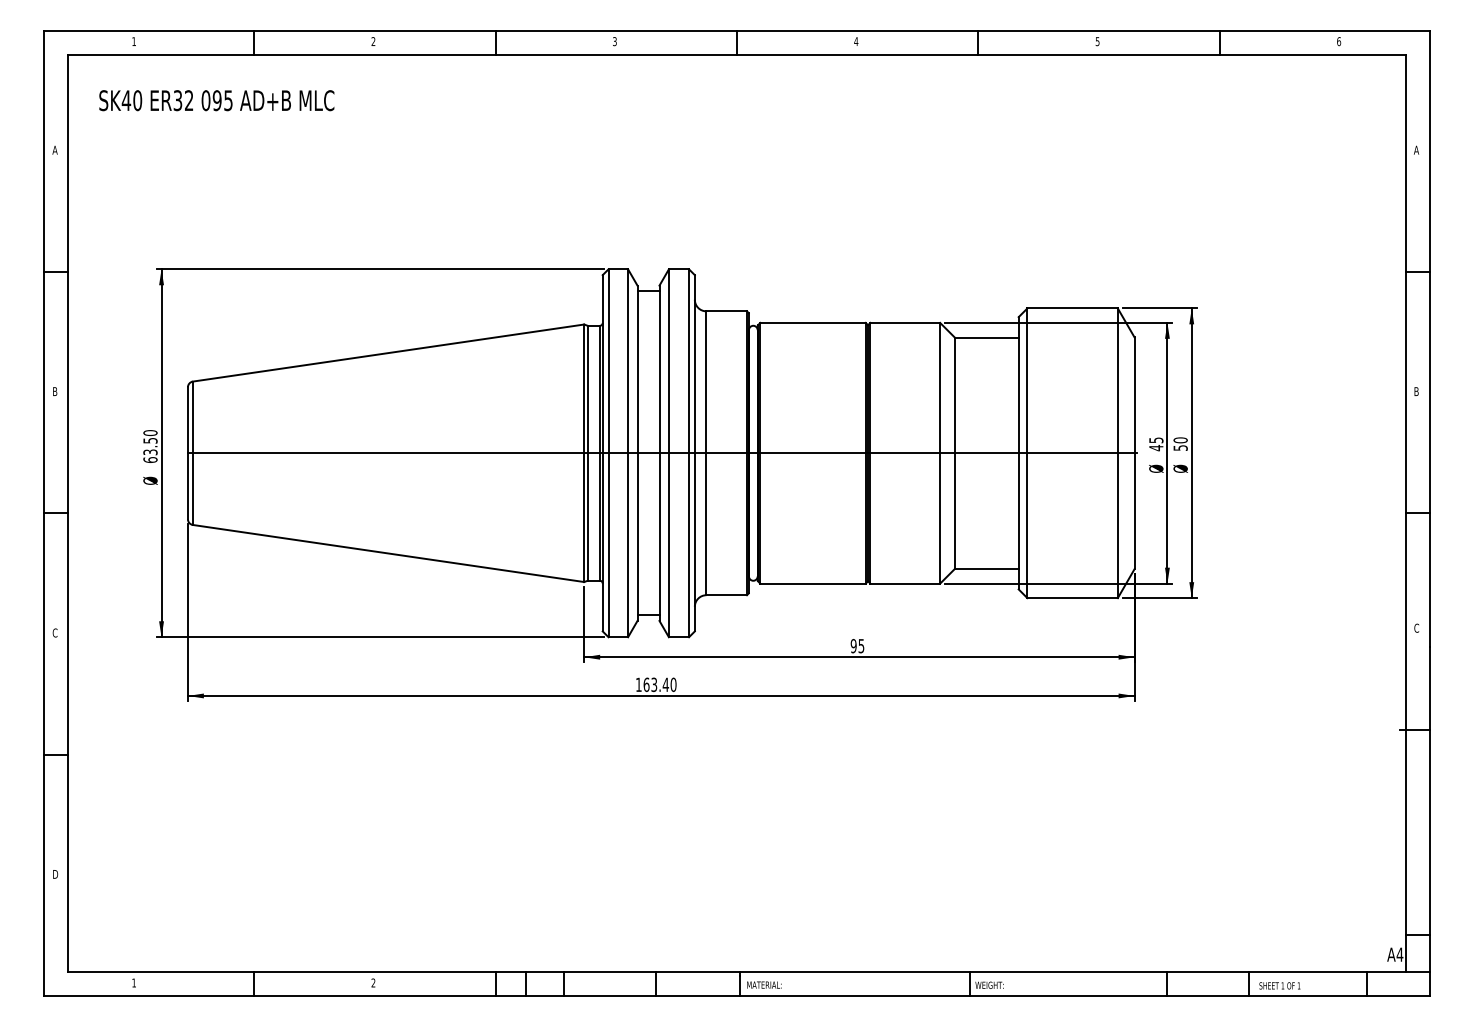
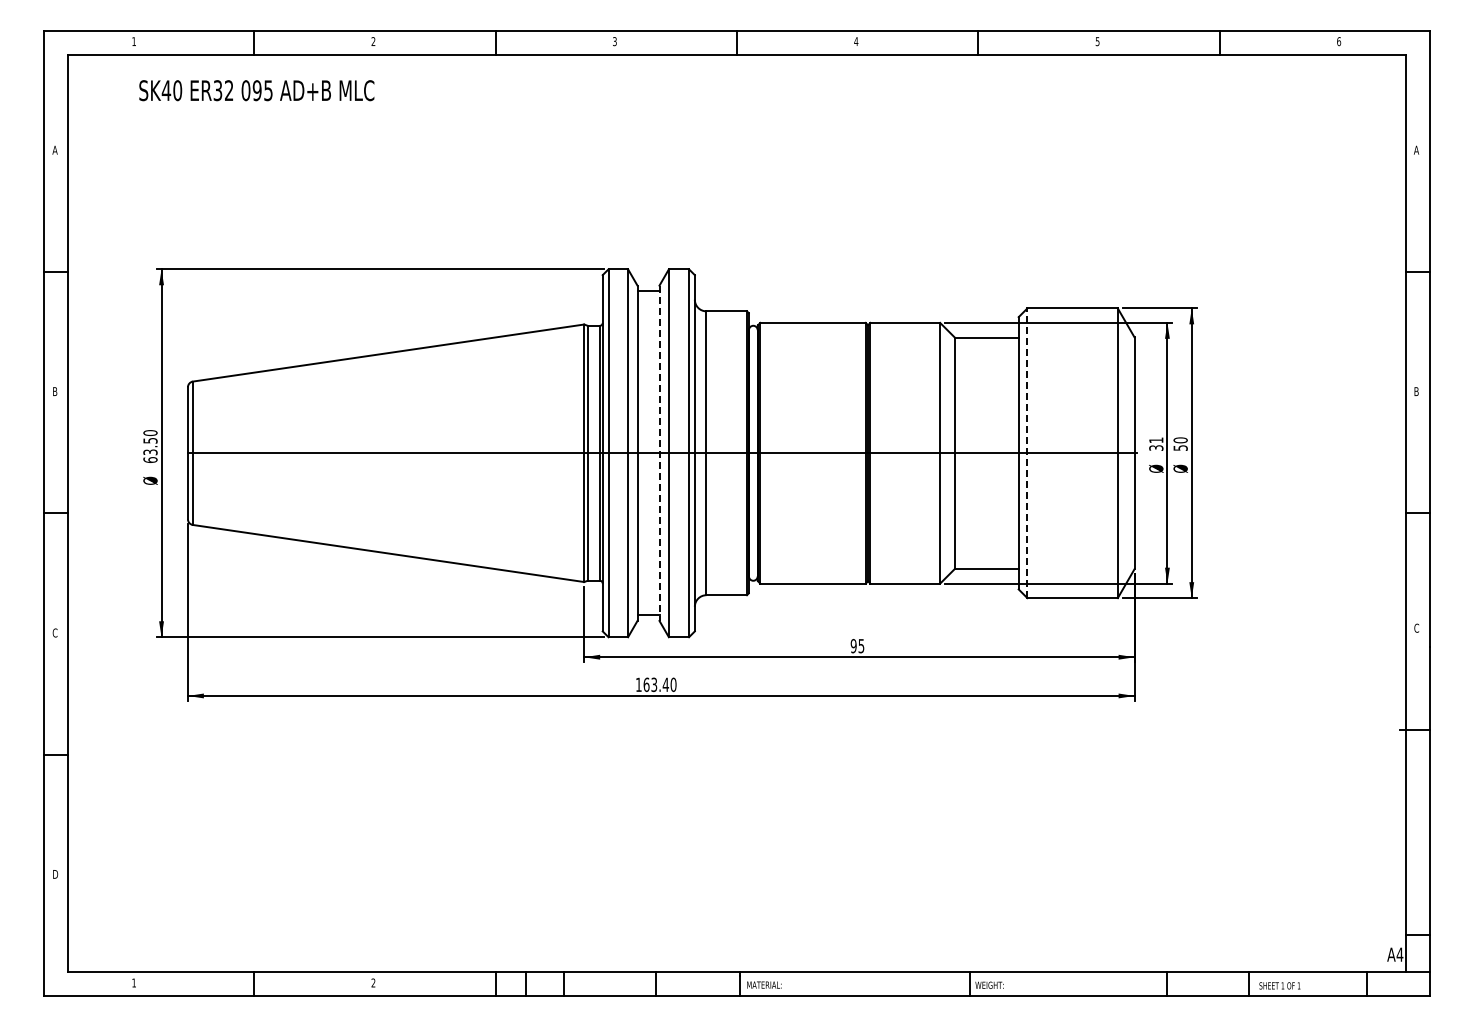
text at (216, 100) position: (216, 100) -> (256, 90)
text at (1156, 444): 45 -> 31
line at (659, 453): solid -> dashed
line at (1027, 453): solid -> dashed
